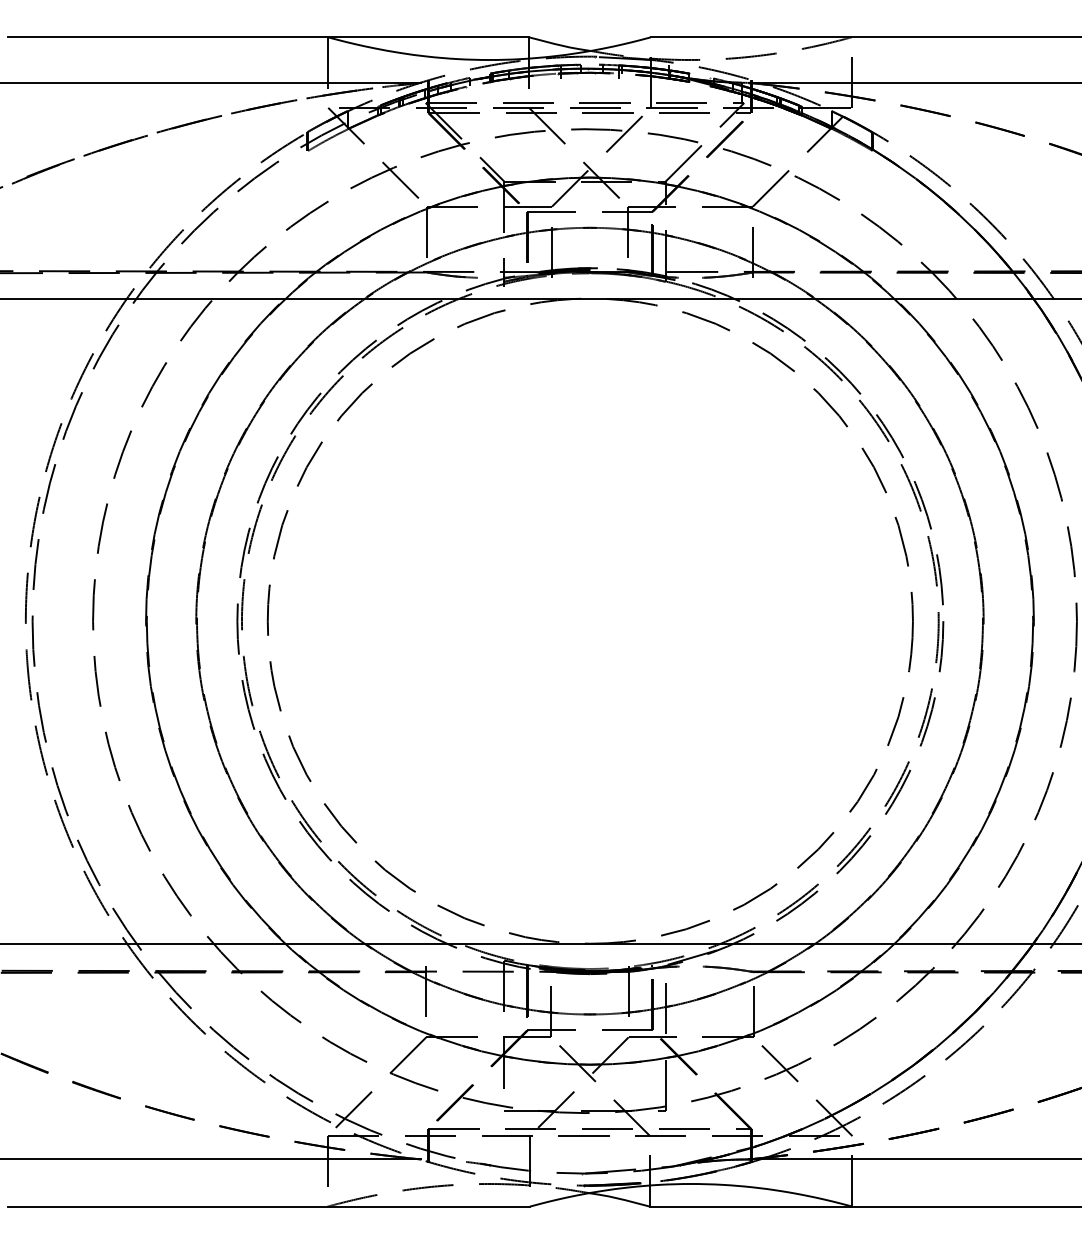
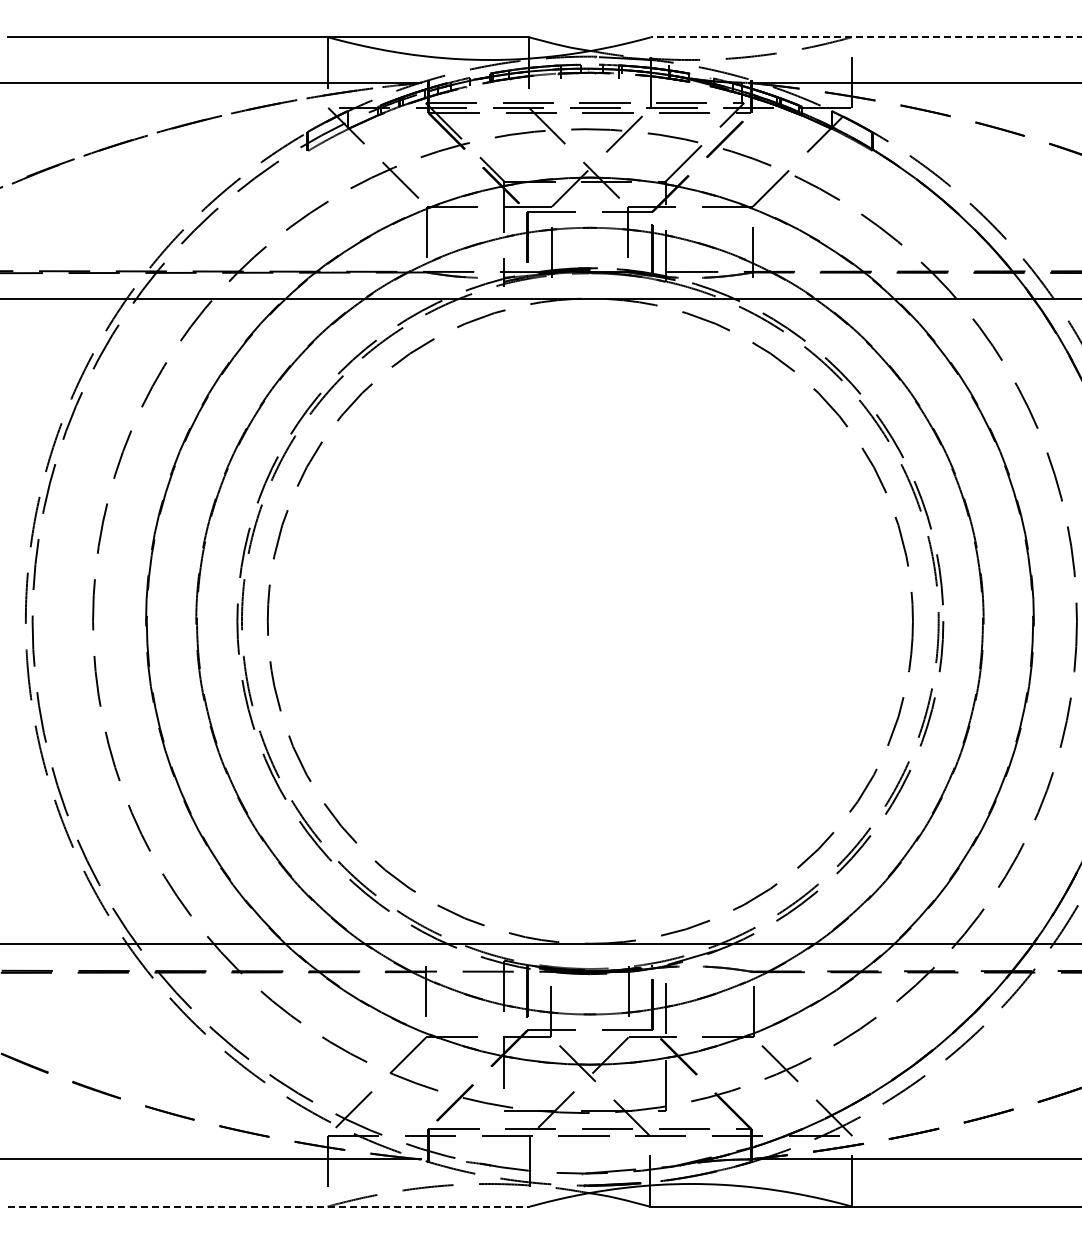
line at (865, 37): solid -> dashed
line at (269, 1206): solid -> dashed
